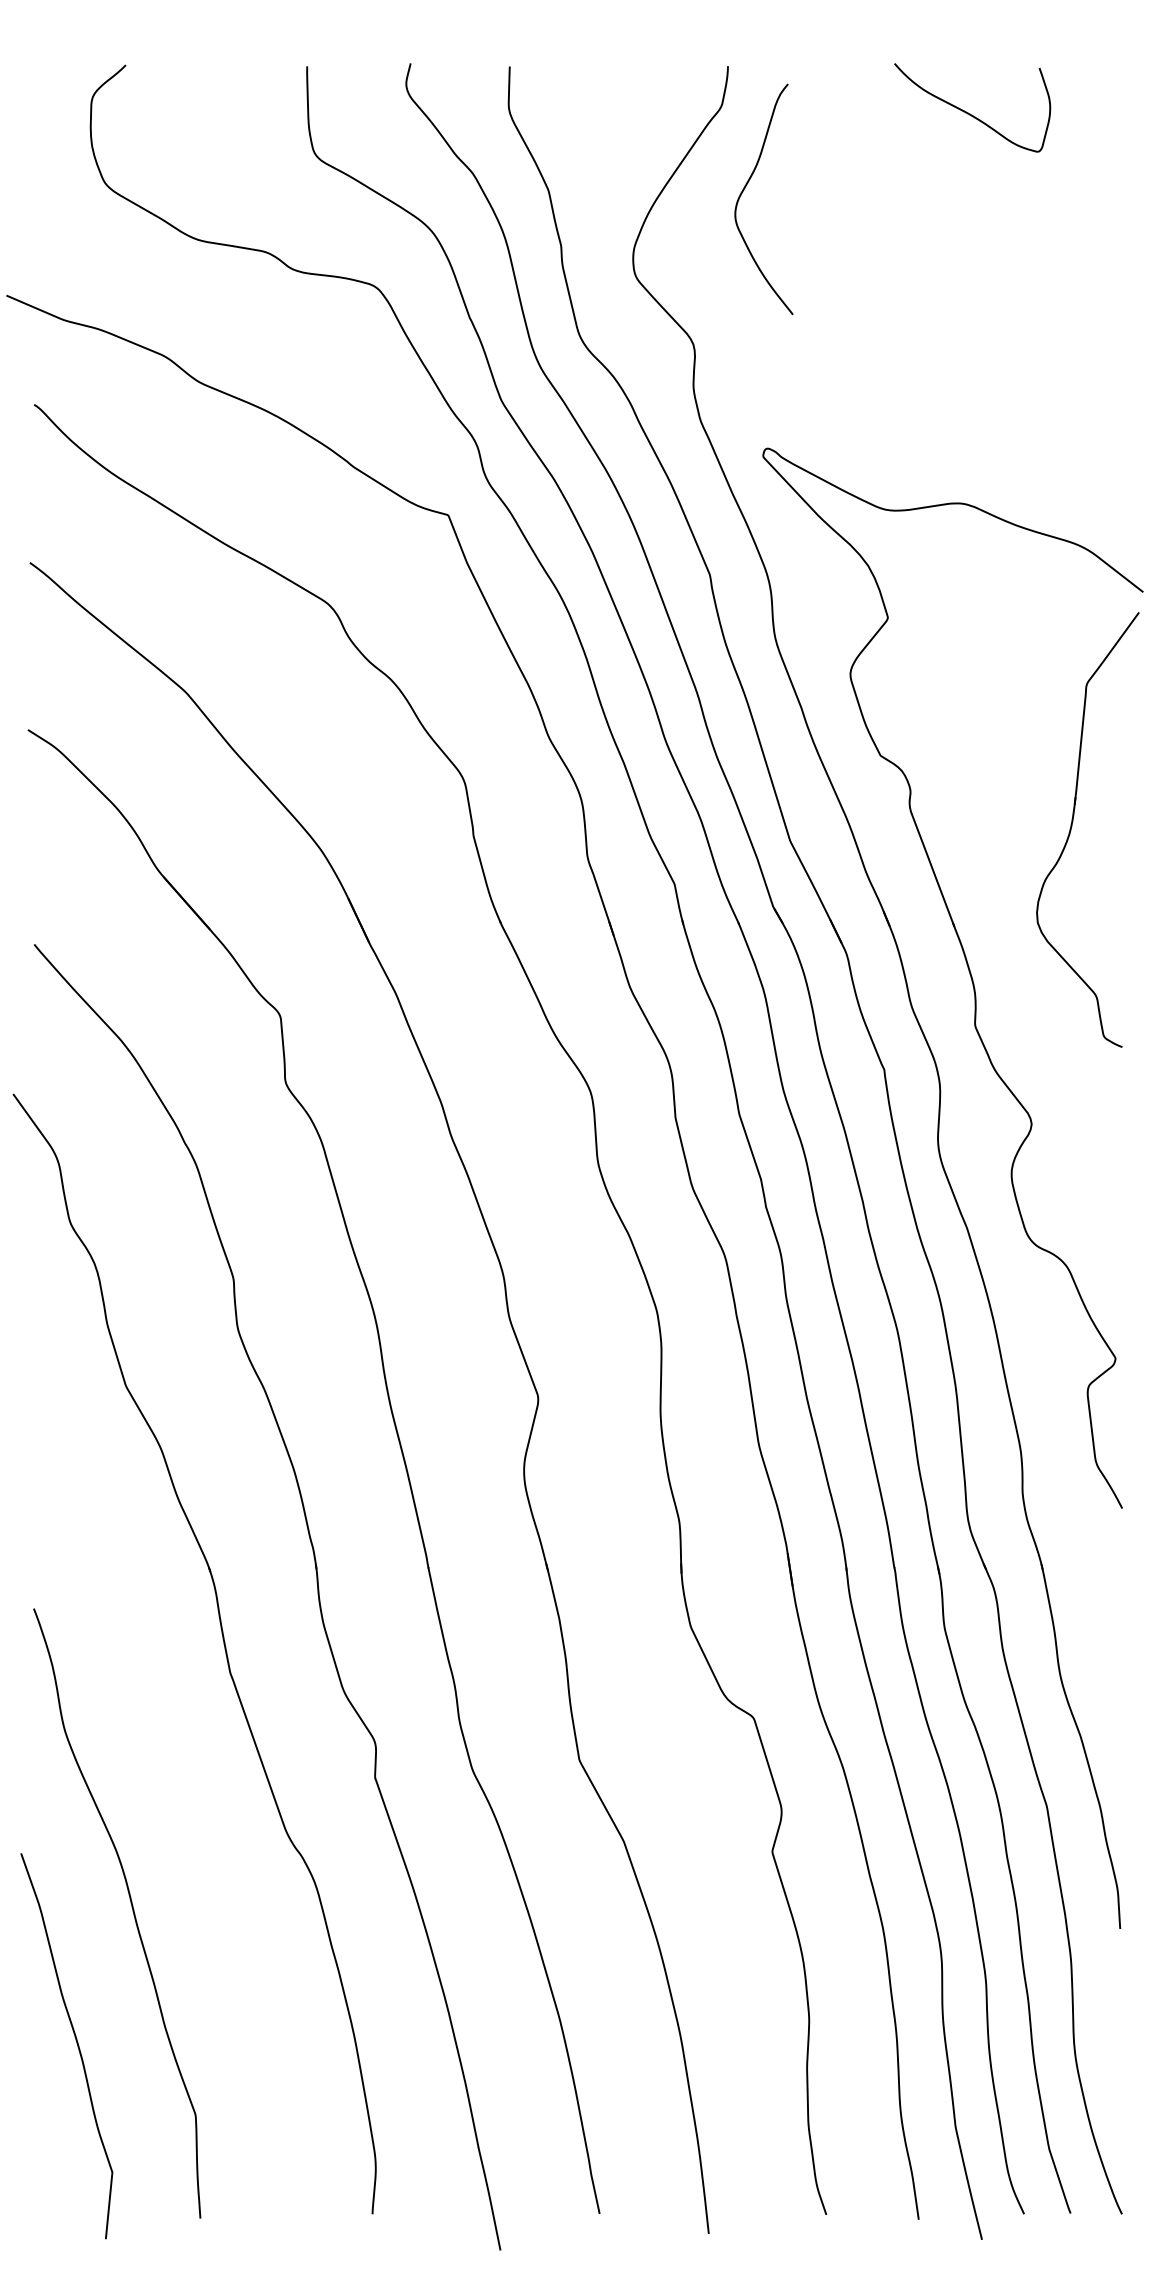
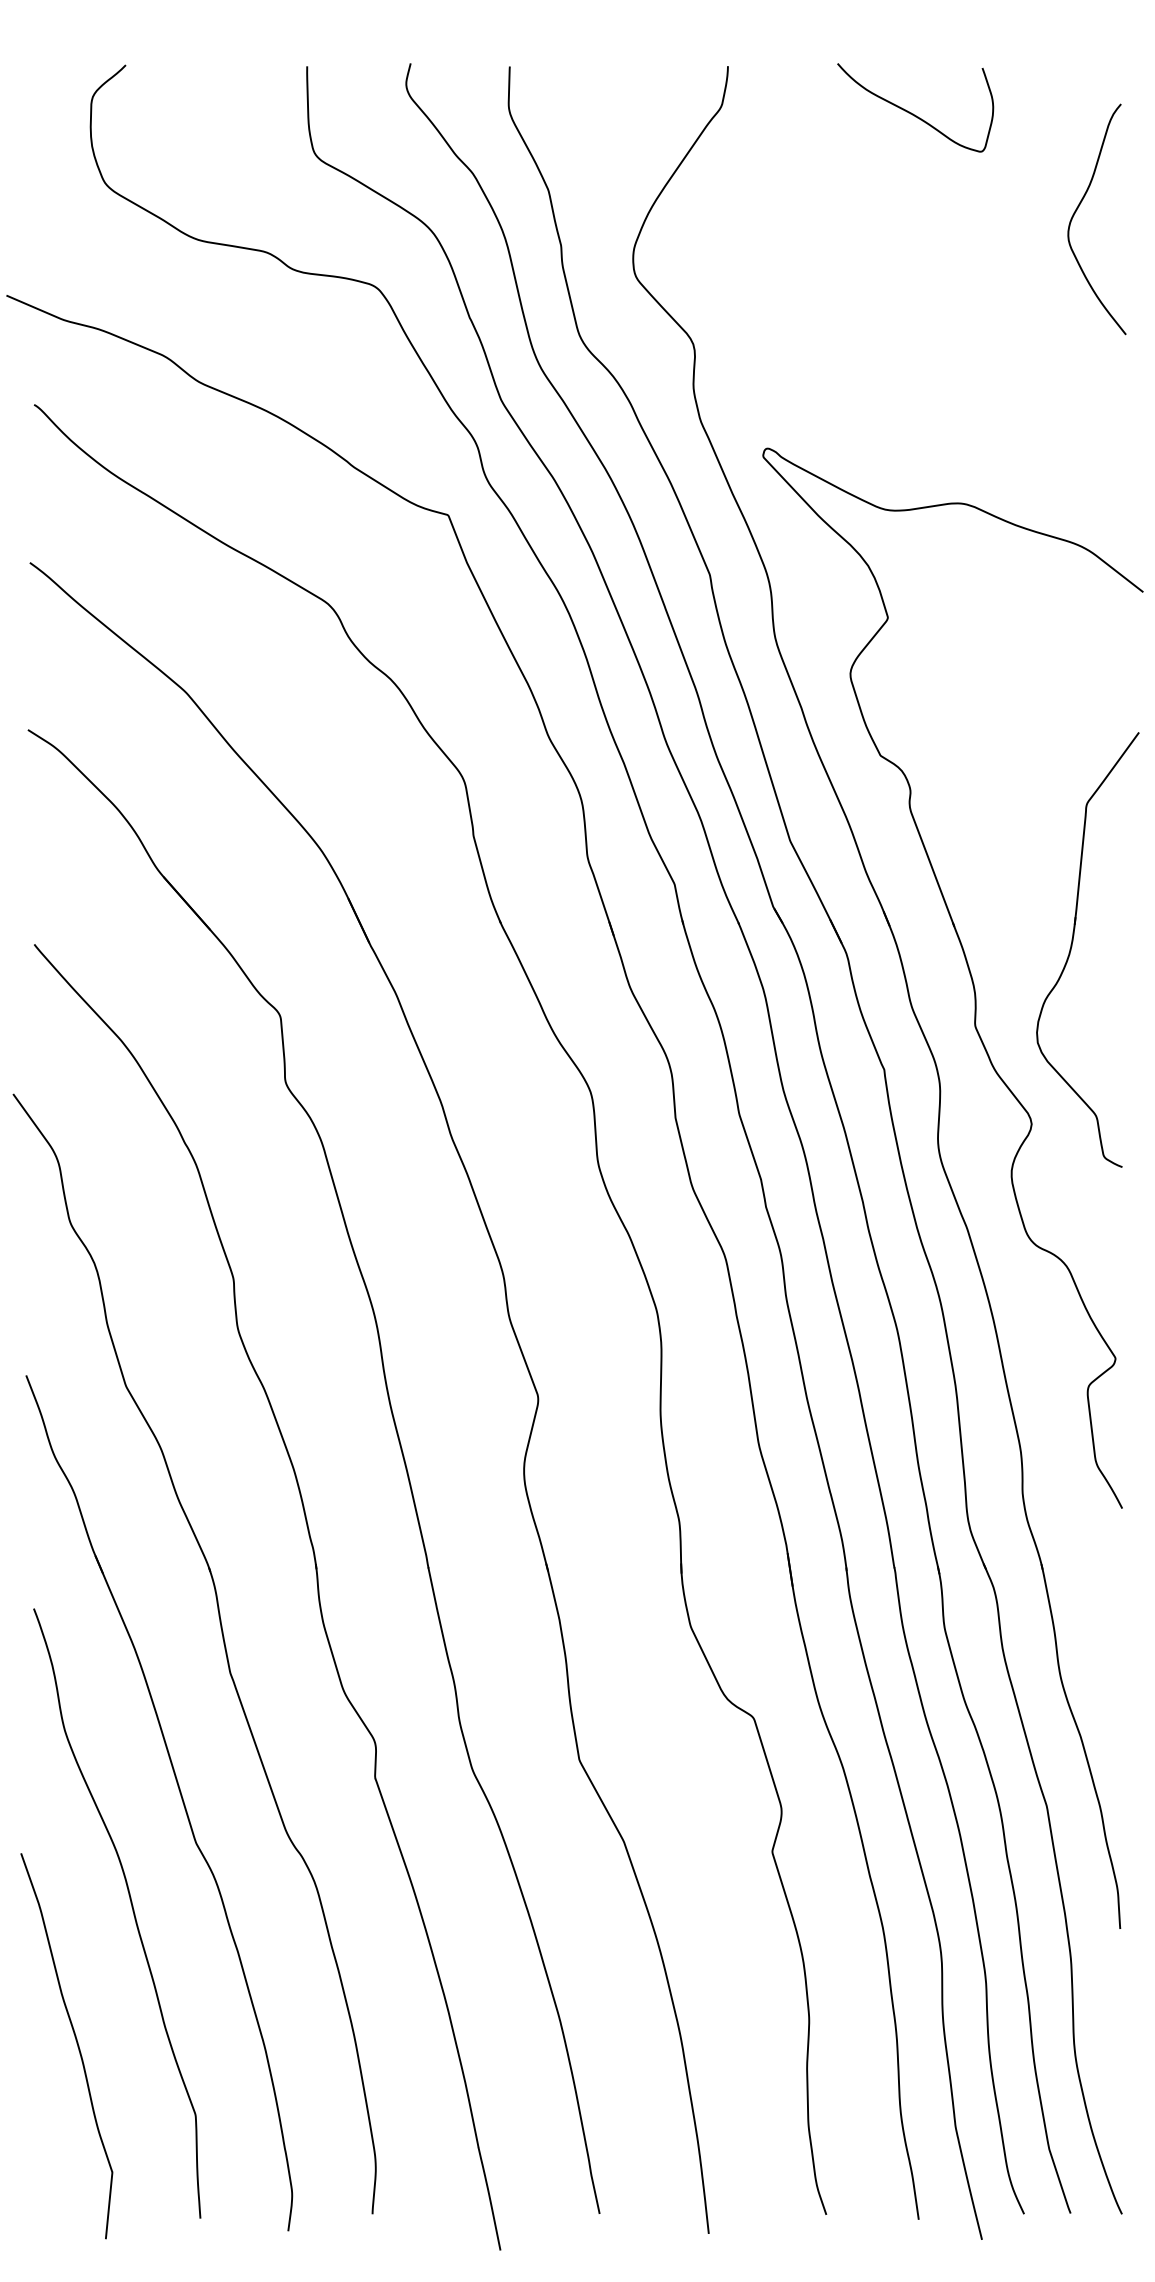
curve at (970, 113) position: (970, 113) -> (913, 113)
curve at (744, 190) position: (744, 190) -> (1077, 210)
part at (1072, 826) position: (1072, 826) -> (1072, 946)
part at (180, 1796): none -> present
